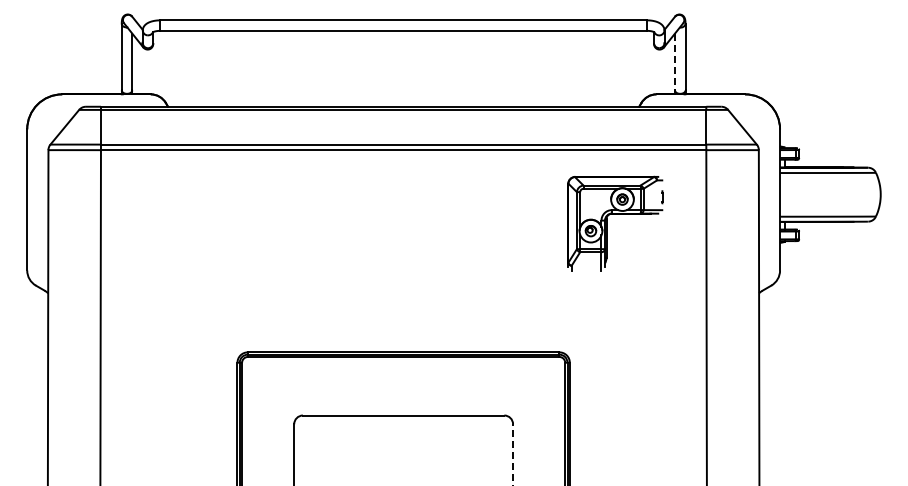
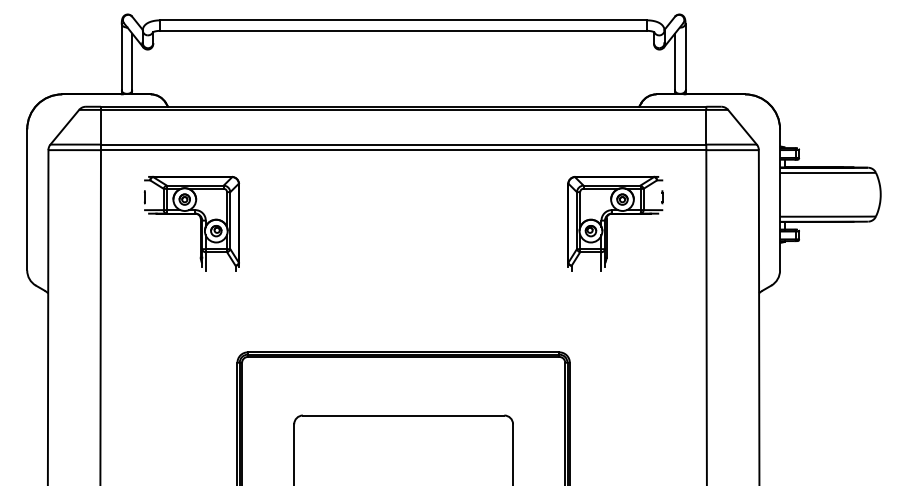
line at (675, 62): dashed -> solid
part at (191, 214): none -> present
line at (513, 454): dashed -> solid
